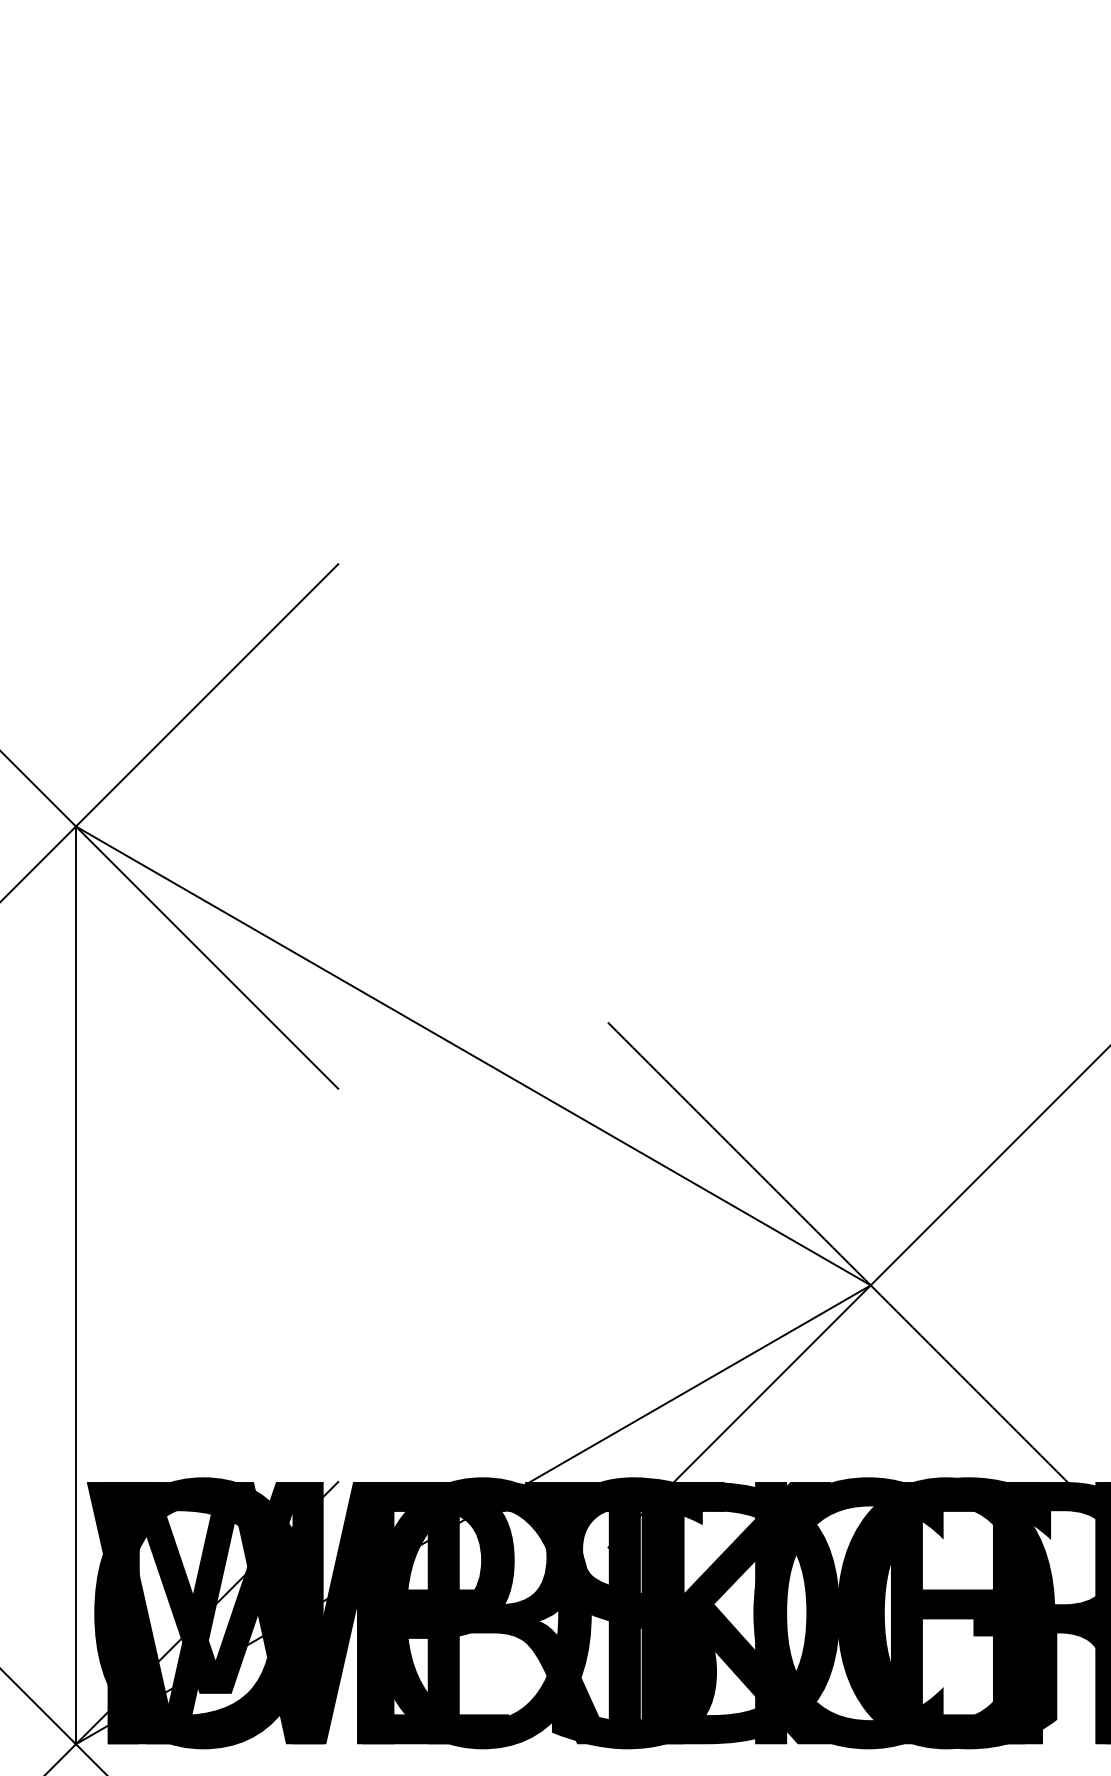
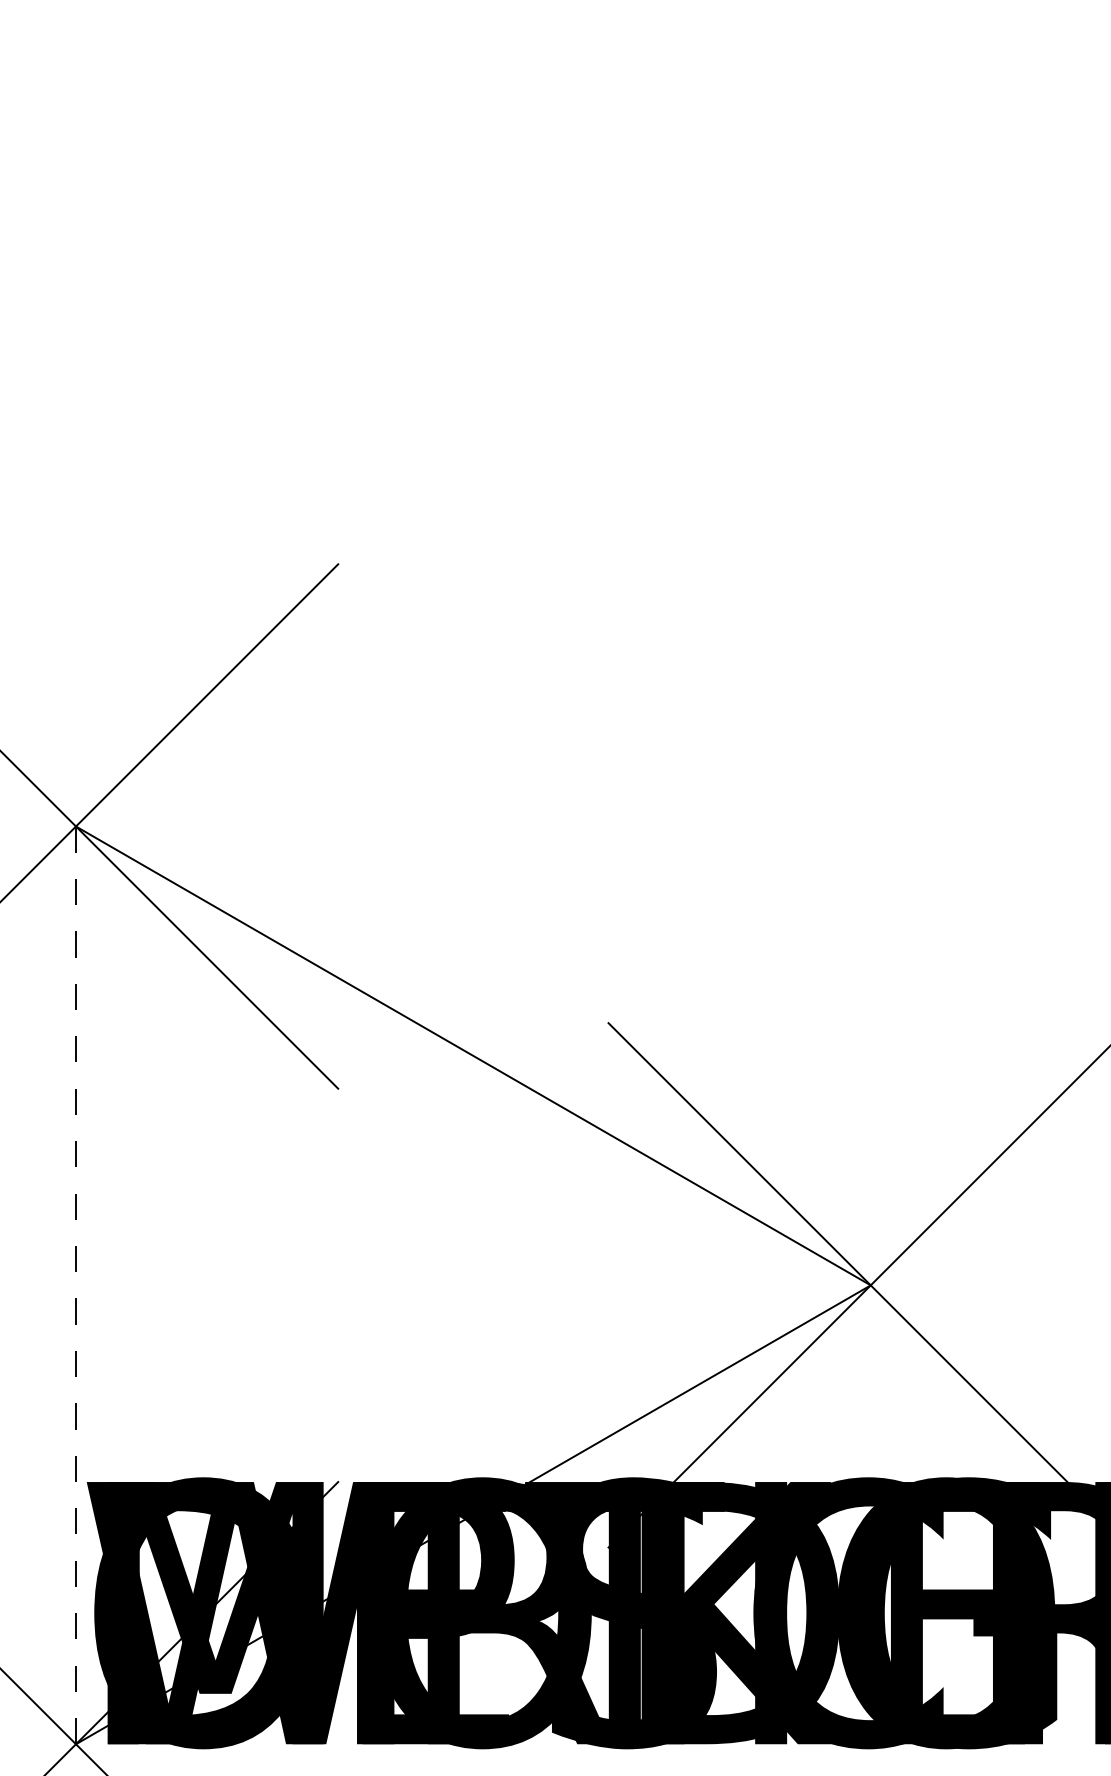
line at (76, 1285): solid -> dashed
